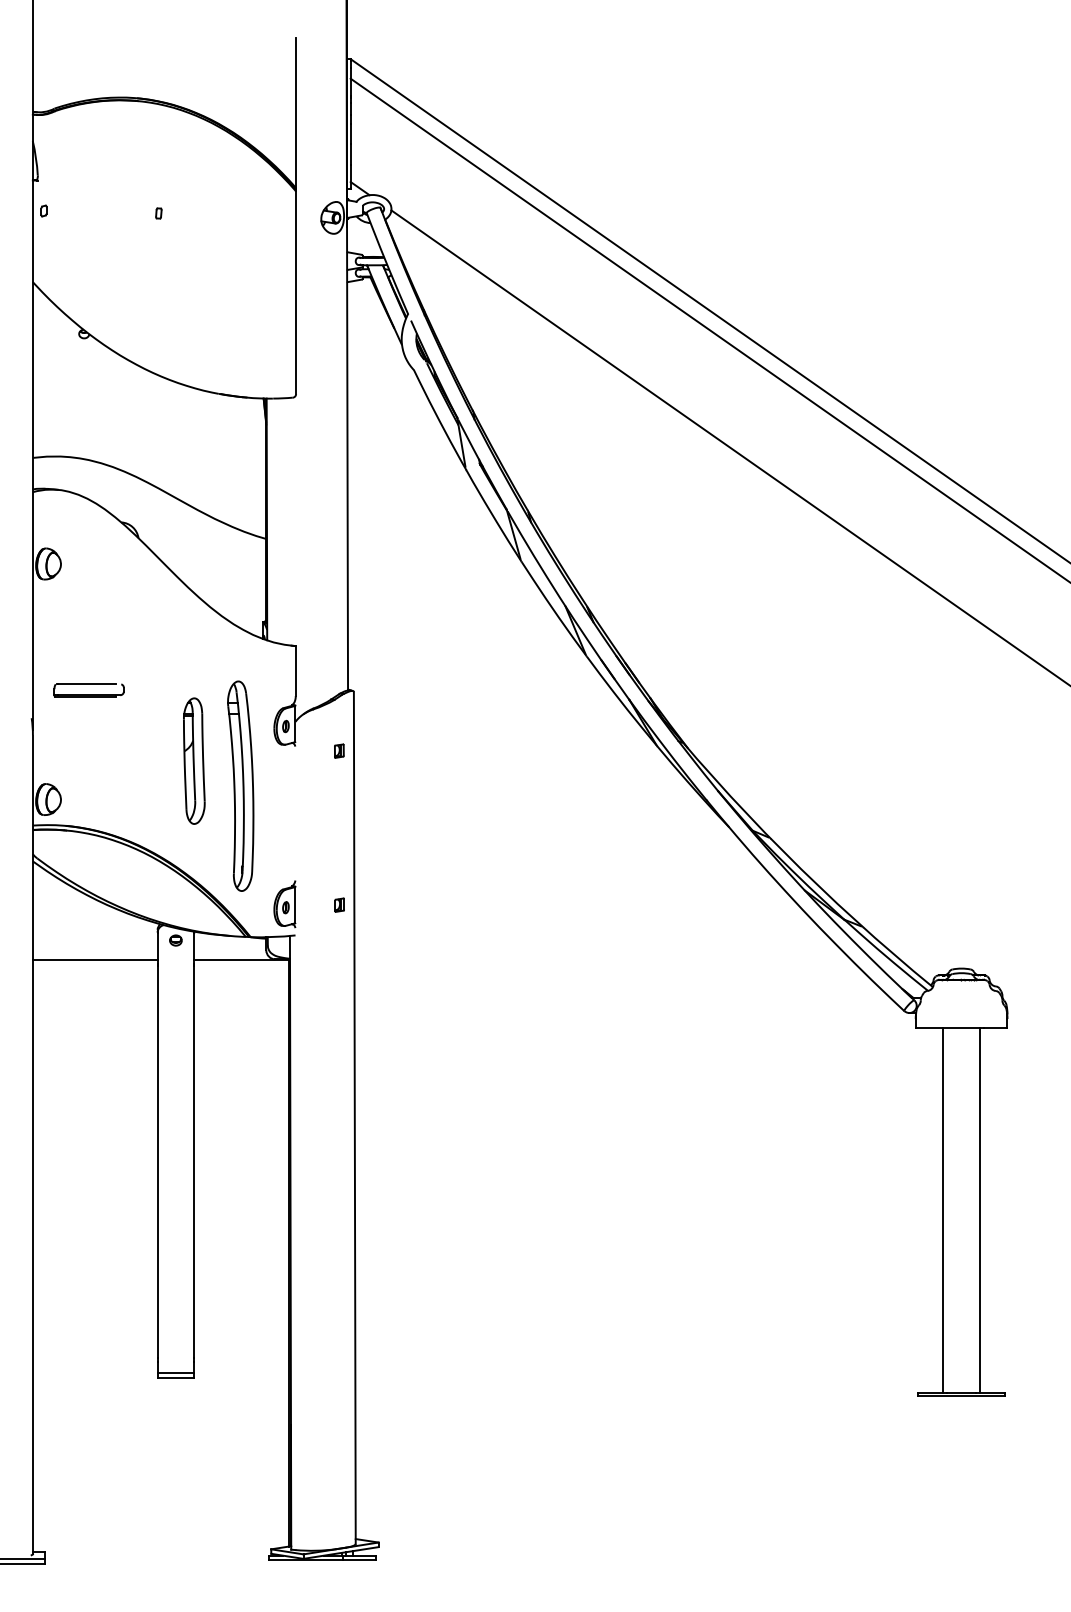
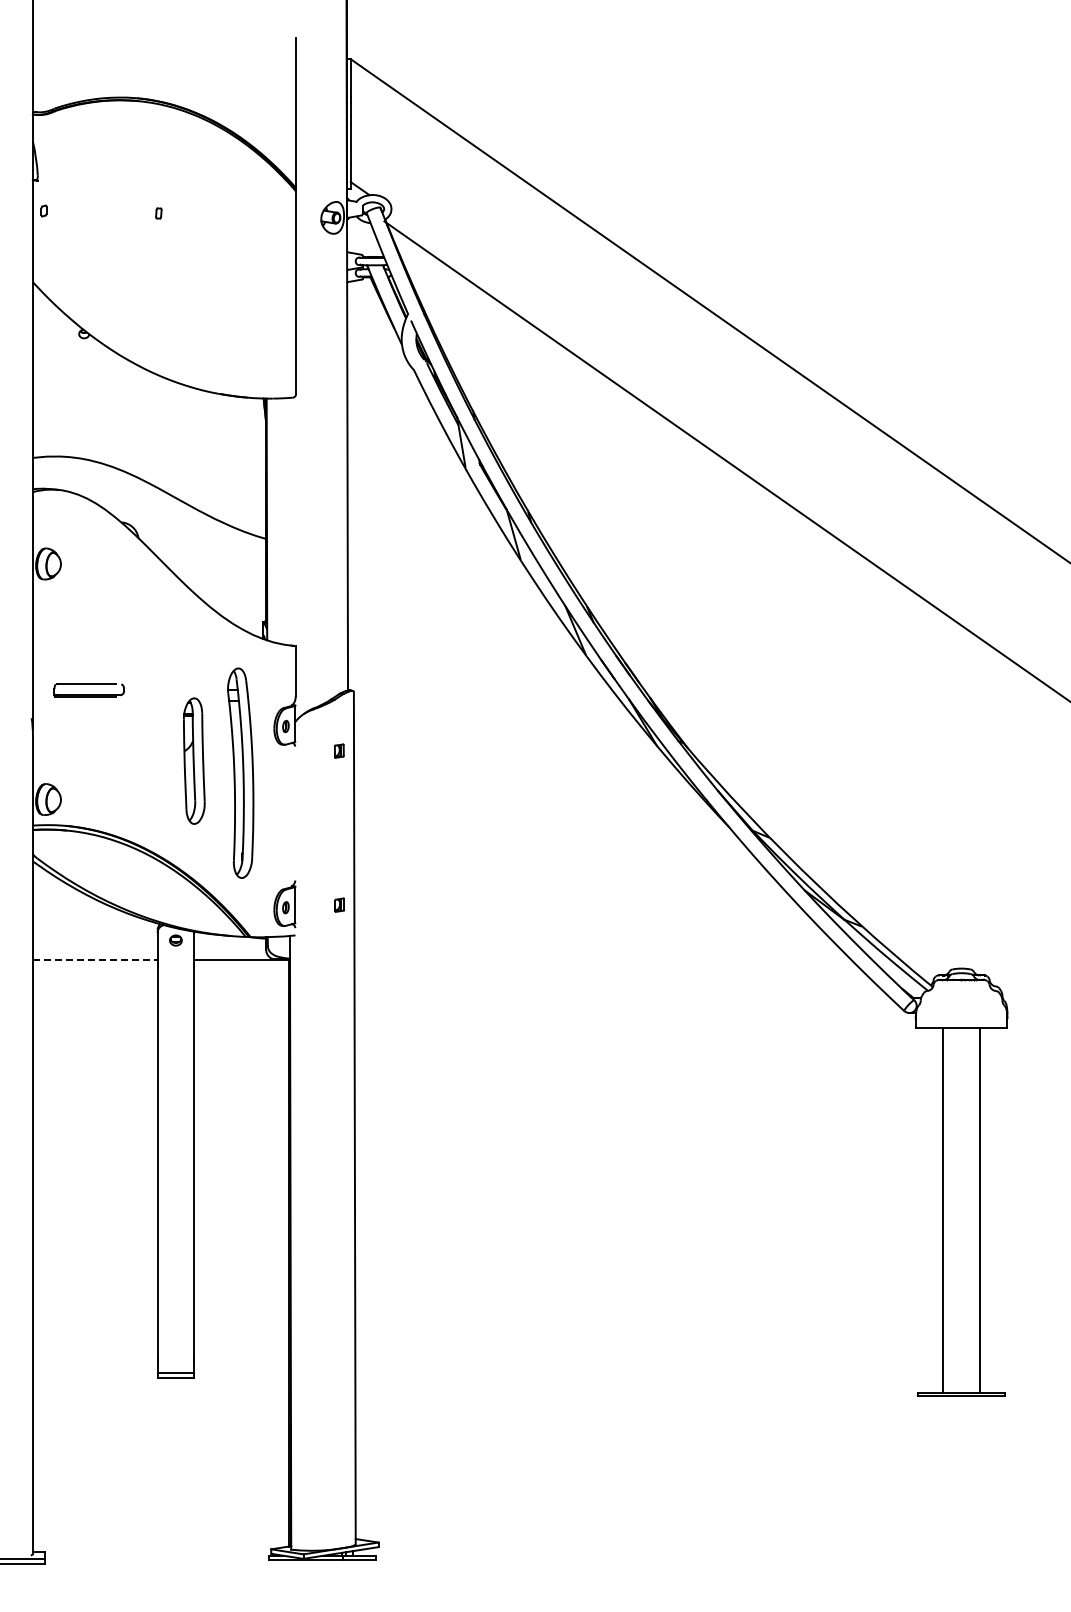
line at (708, 329): present -> none
line at (729, 447) position: (729, 447) -> (725, 460)
part at (240, 785) position: (240, 785) -> (240, 772)
line at (95, 960): solid -> dashed
